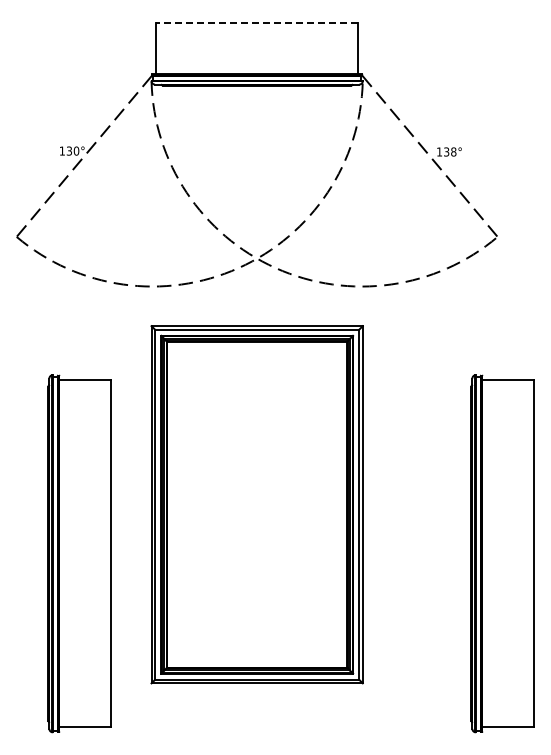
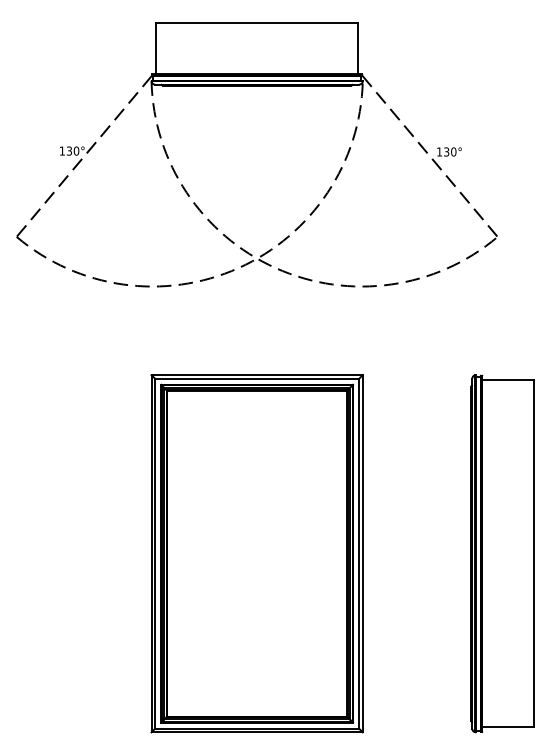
line at (257, 22): dashed -> solid
text at (453, 151): 138° -> 130°
part at (256, 504) position: (256, 504) -> (256, 553)
part at (79, 553): present -> none
